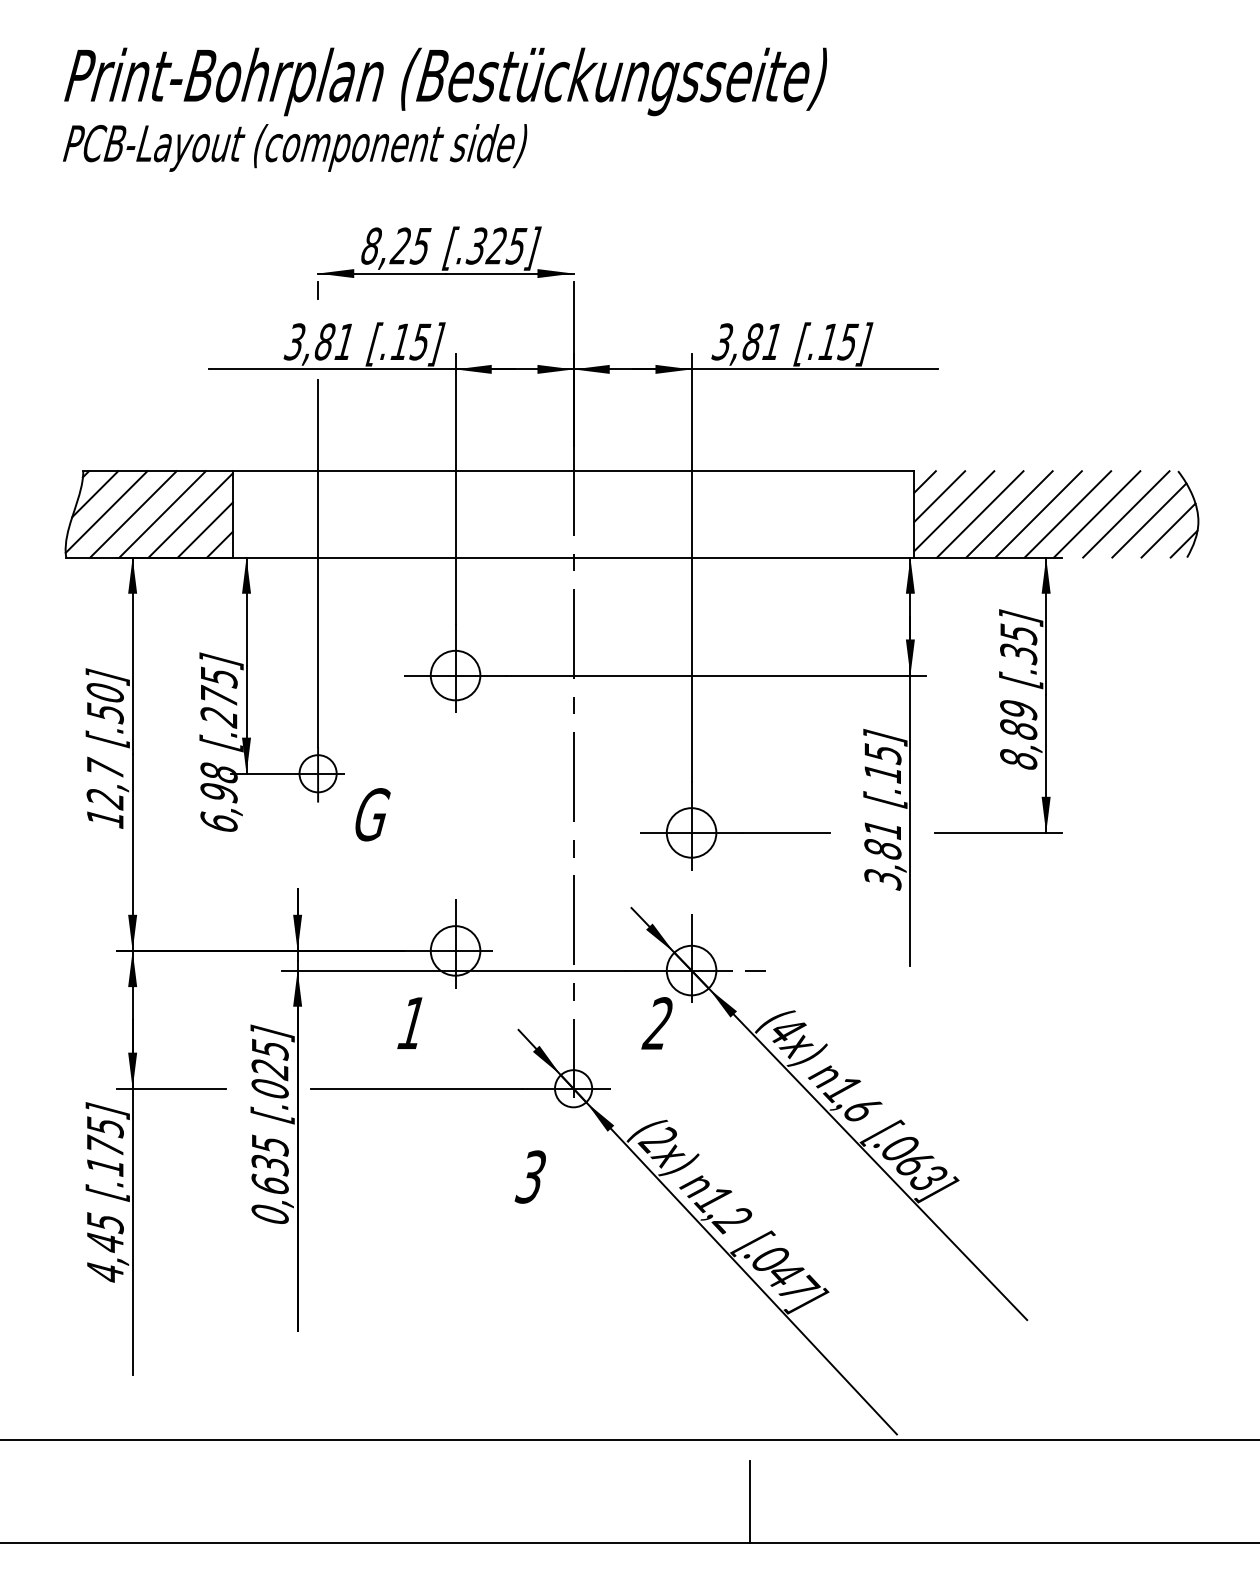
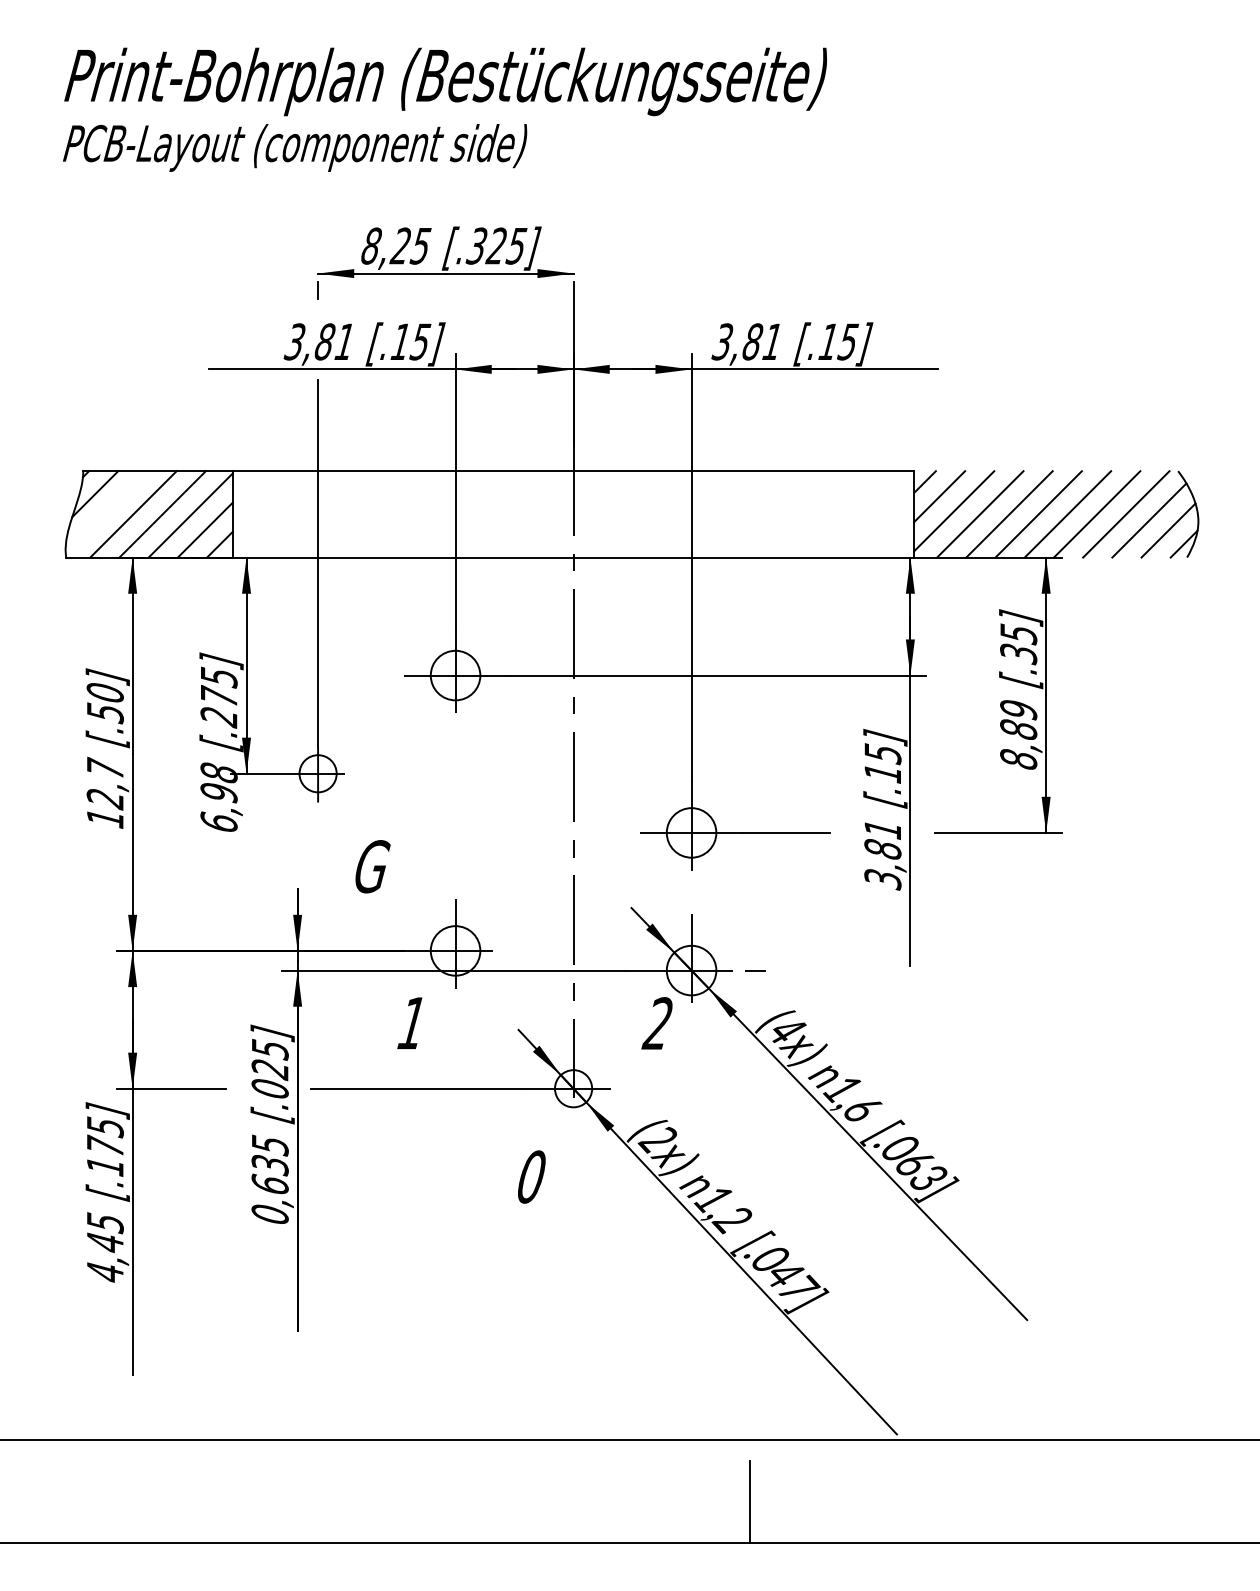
line at (106, 511): present -> none
text at (372, 814) position: (372, 814) -> (372, 866)
text at (529, 1176): 3 -> 0
